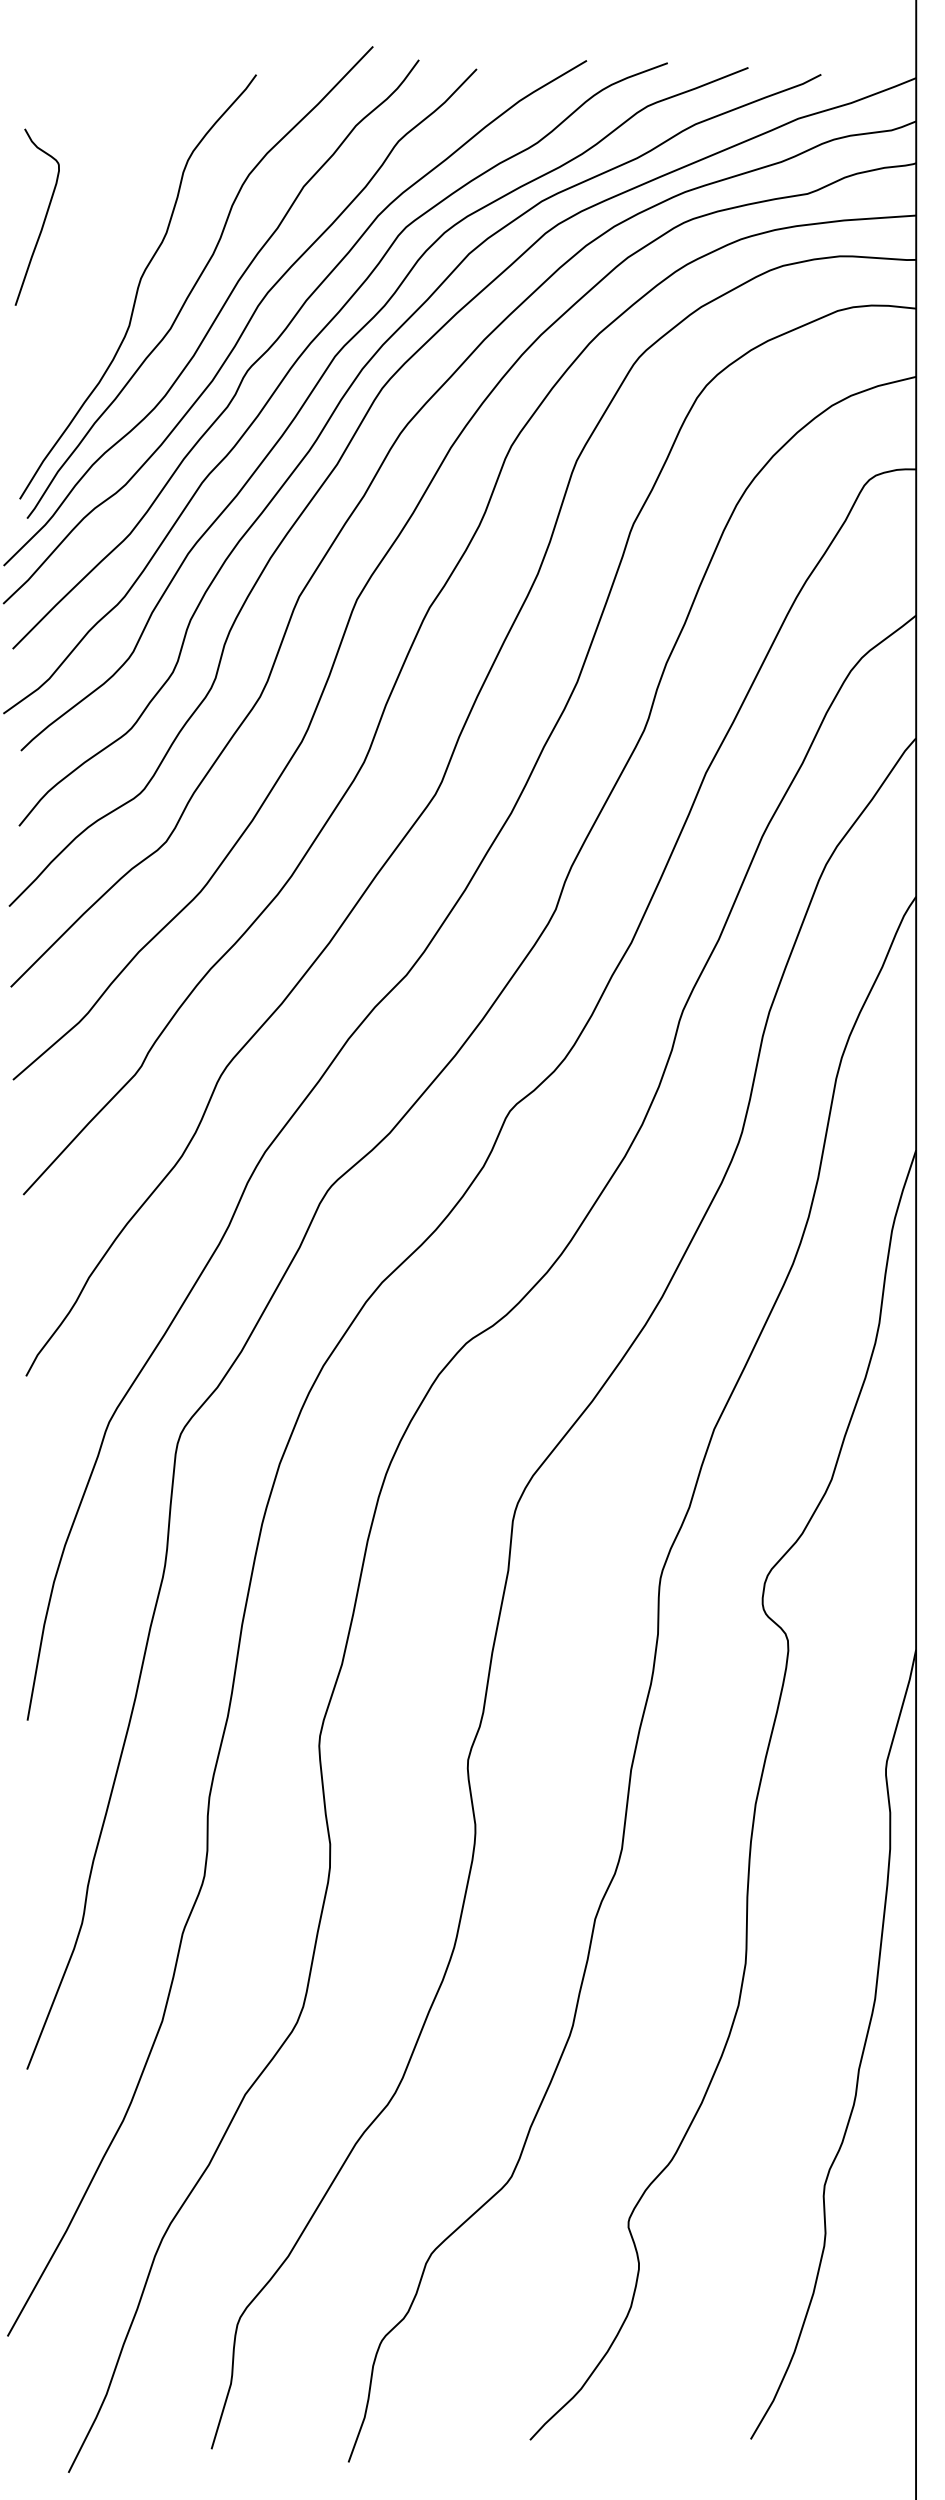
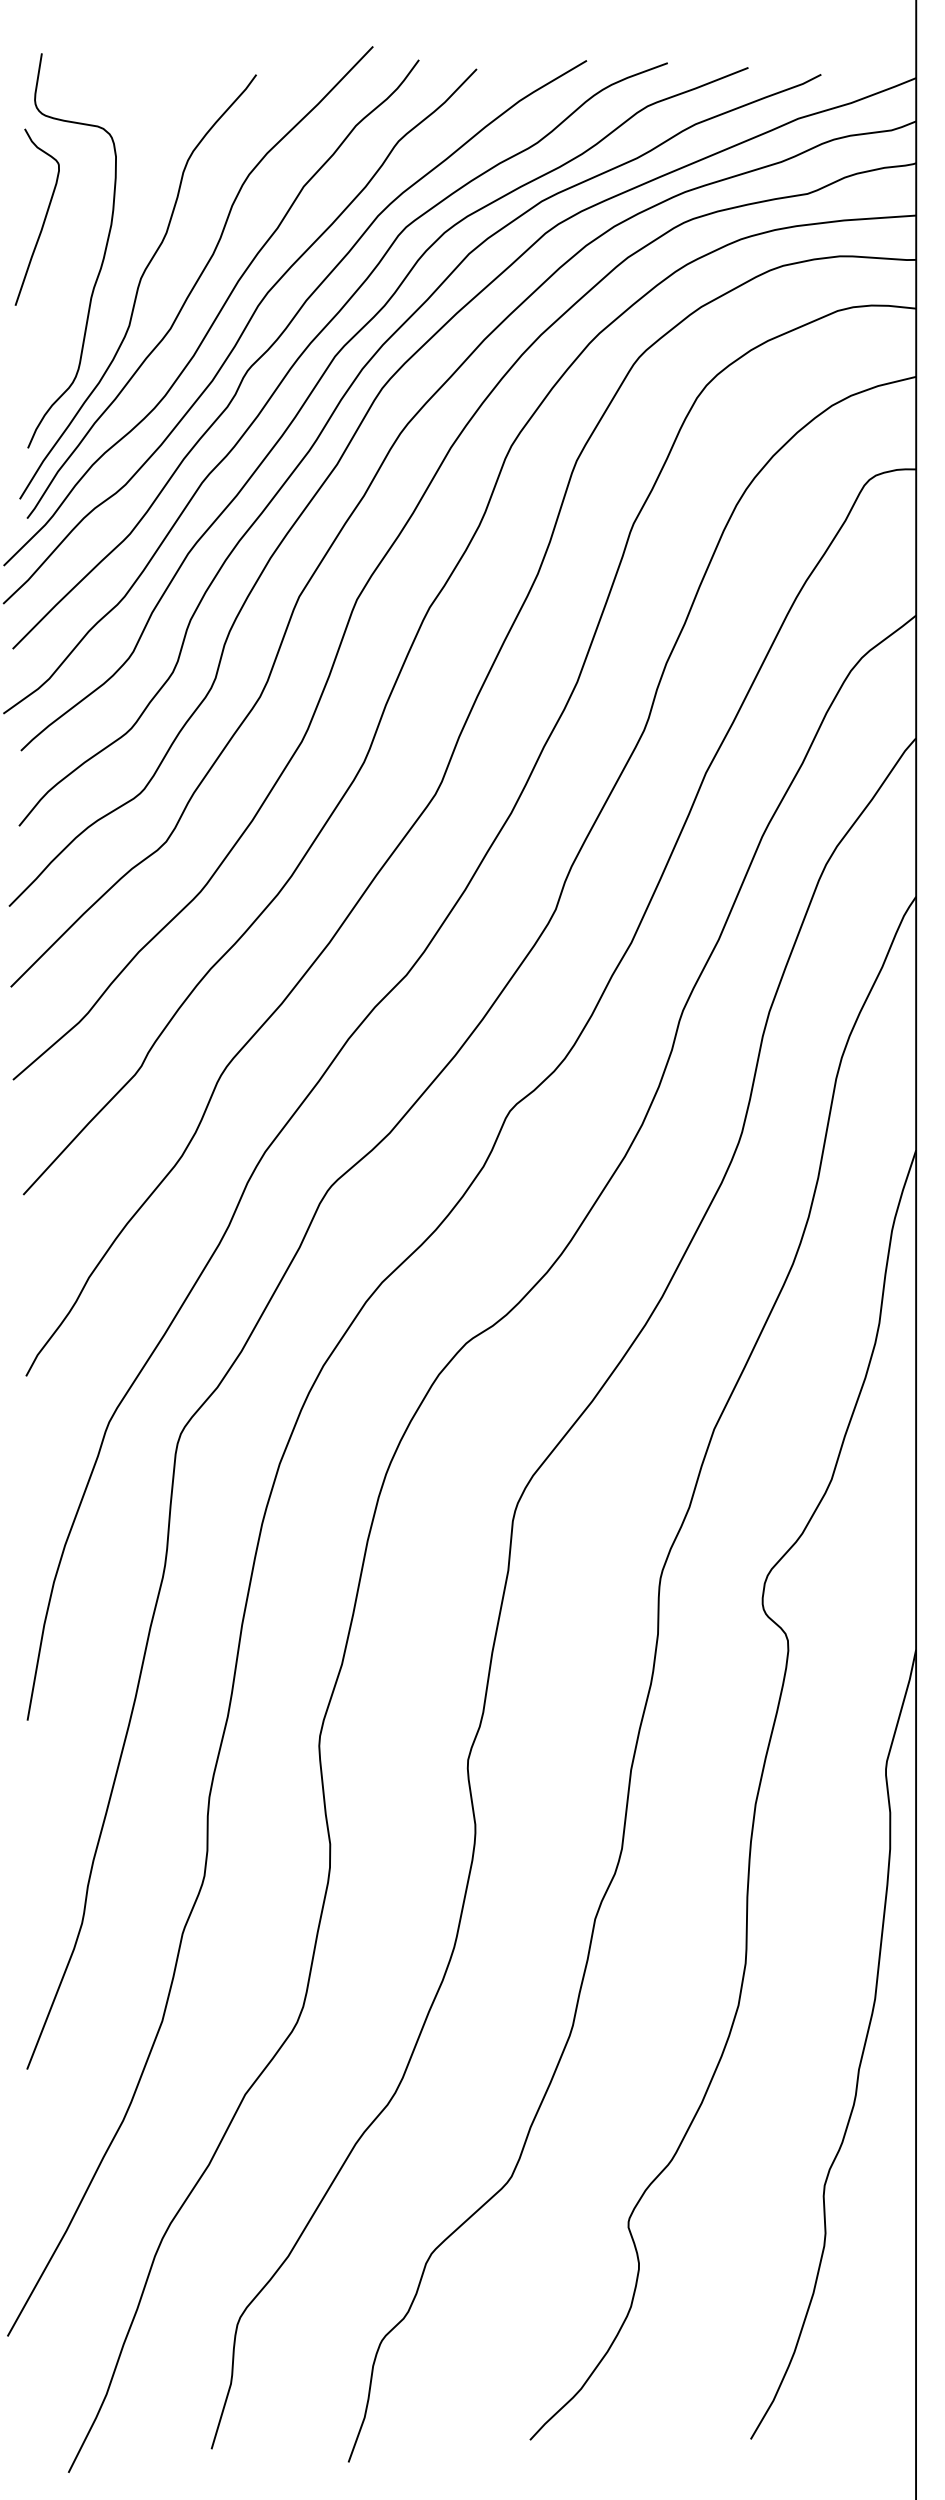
curve at (102, 258): none -> present
